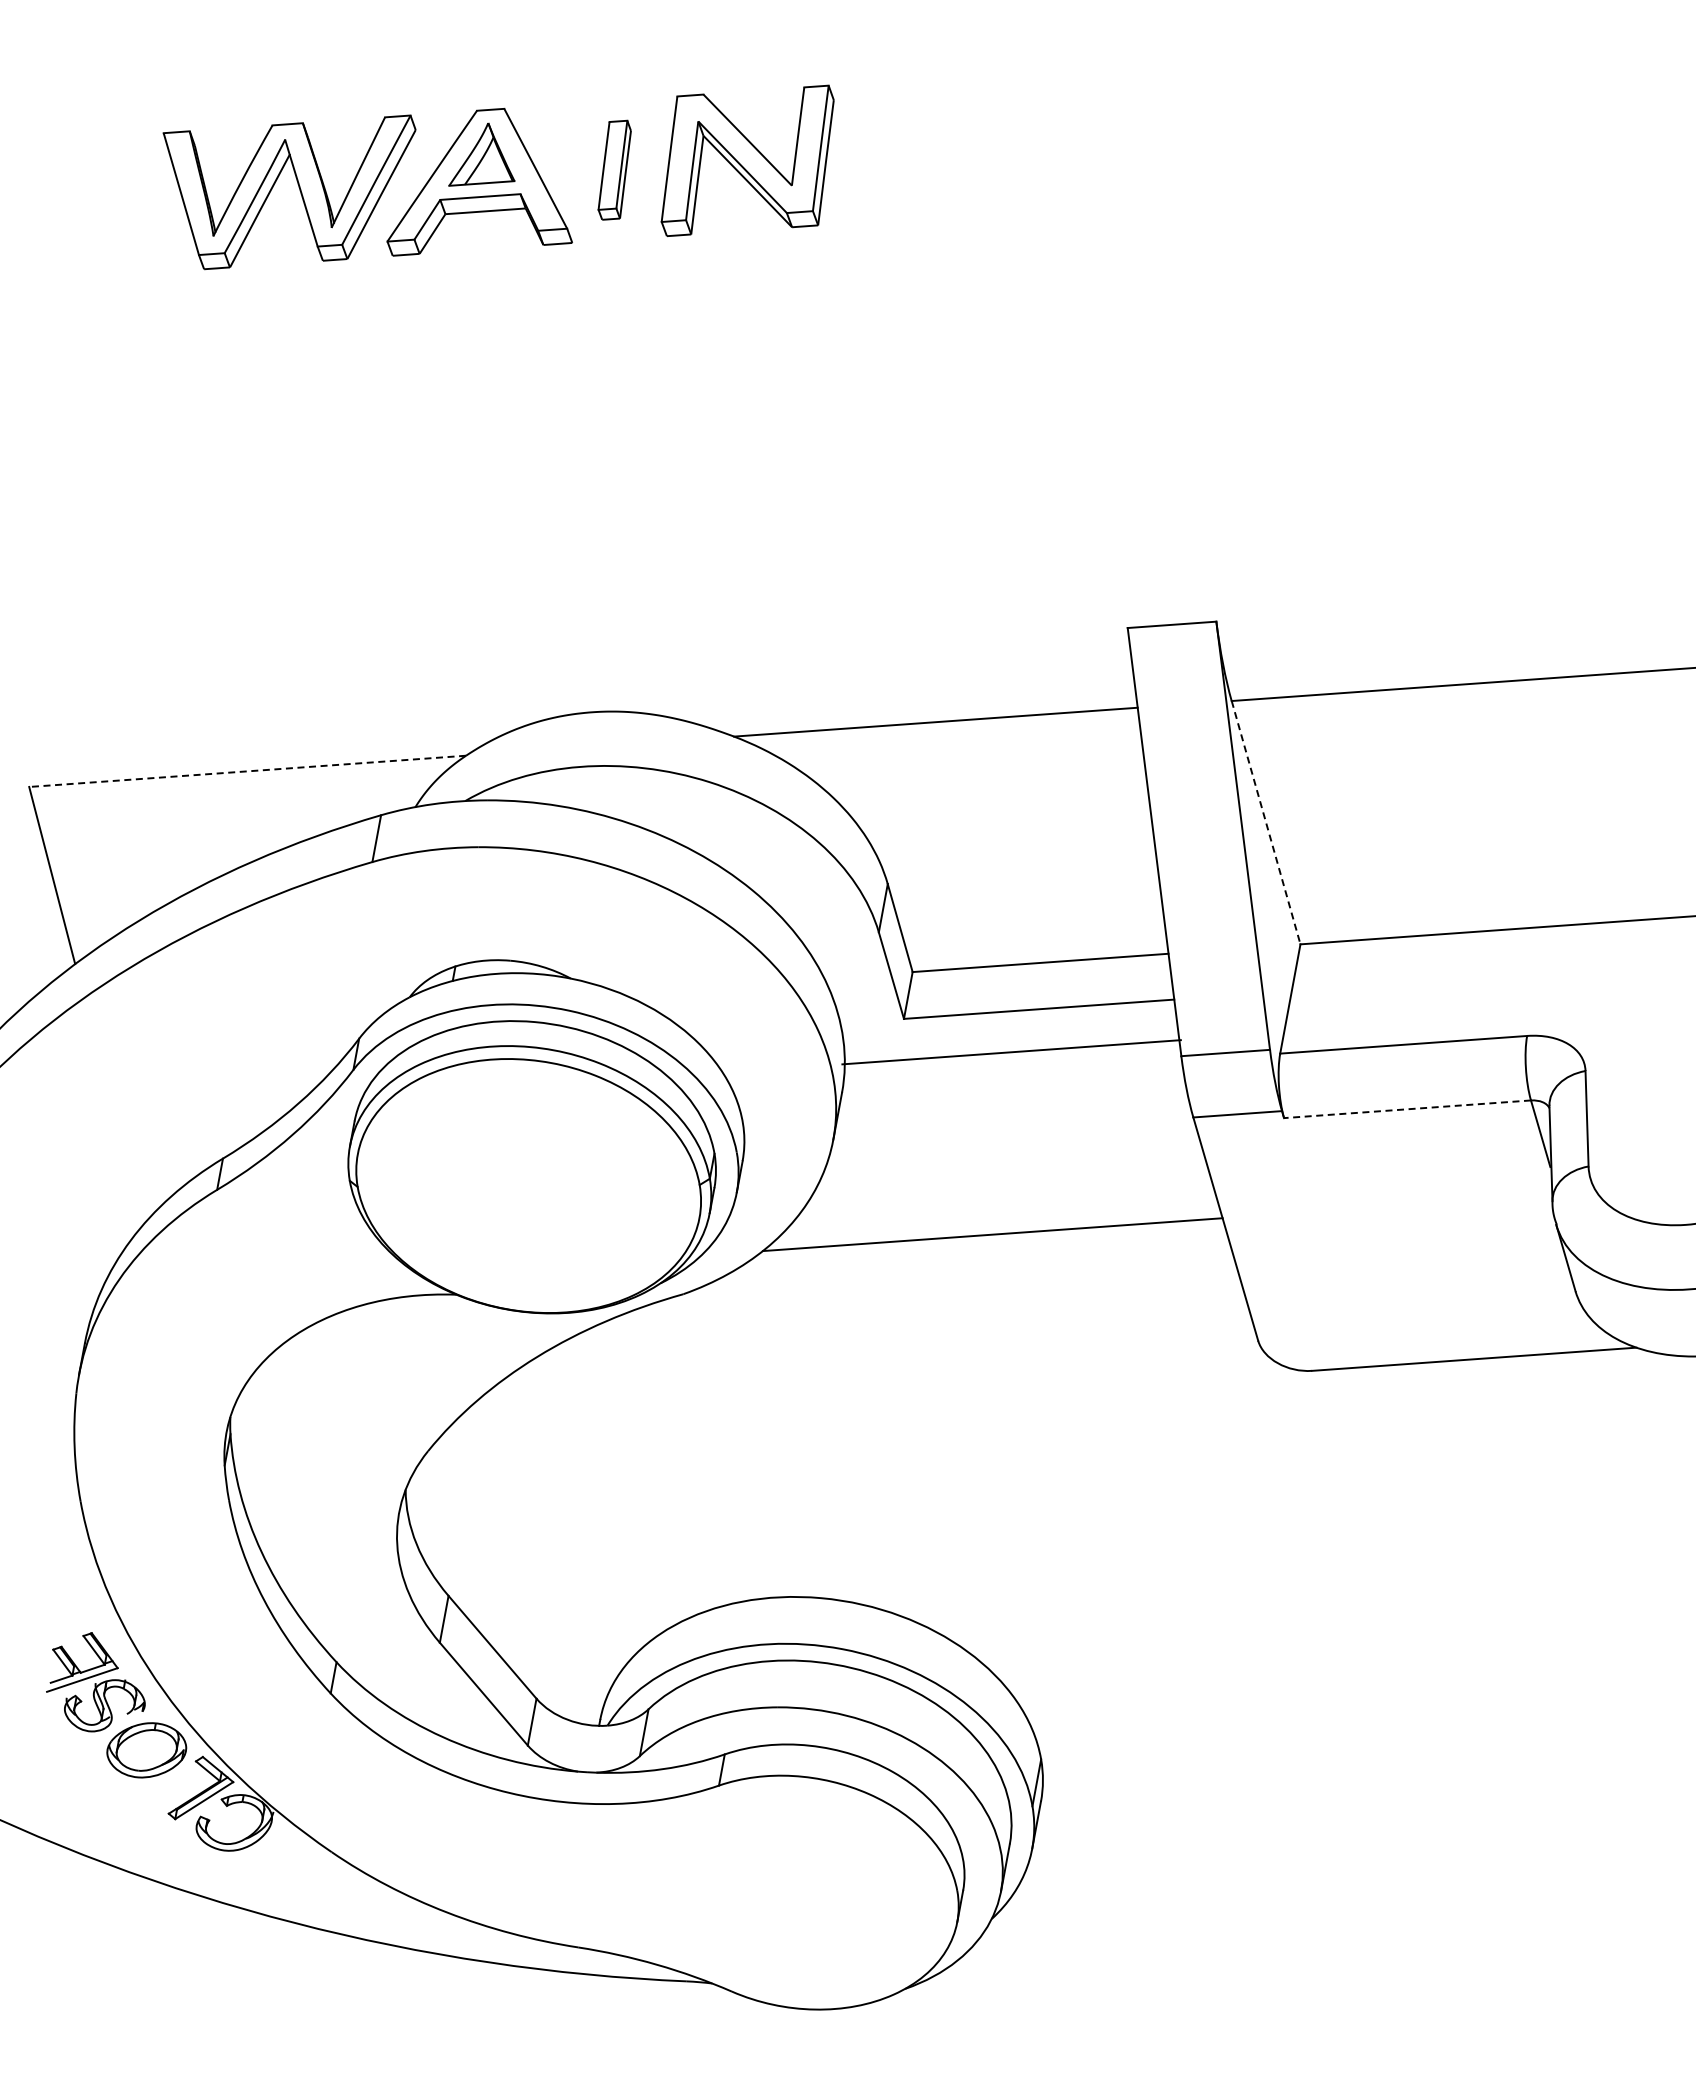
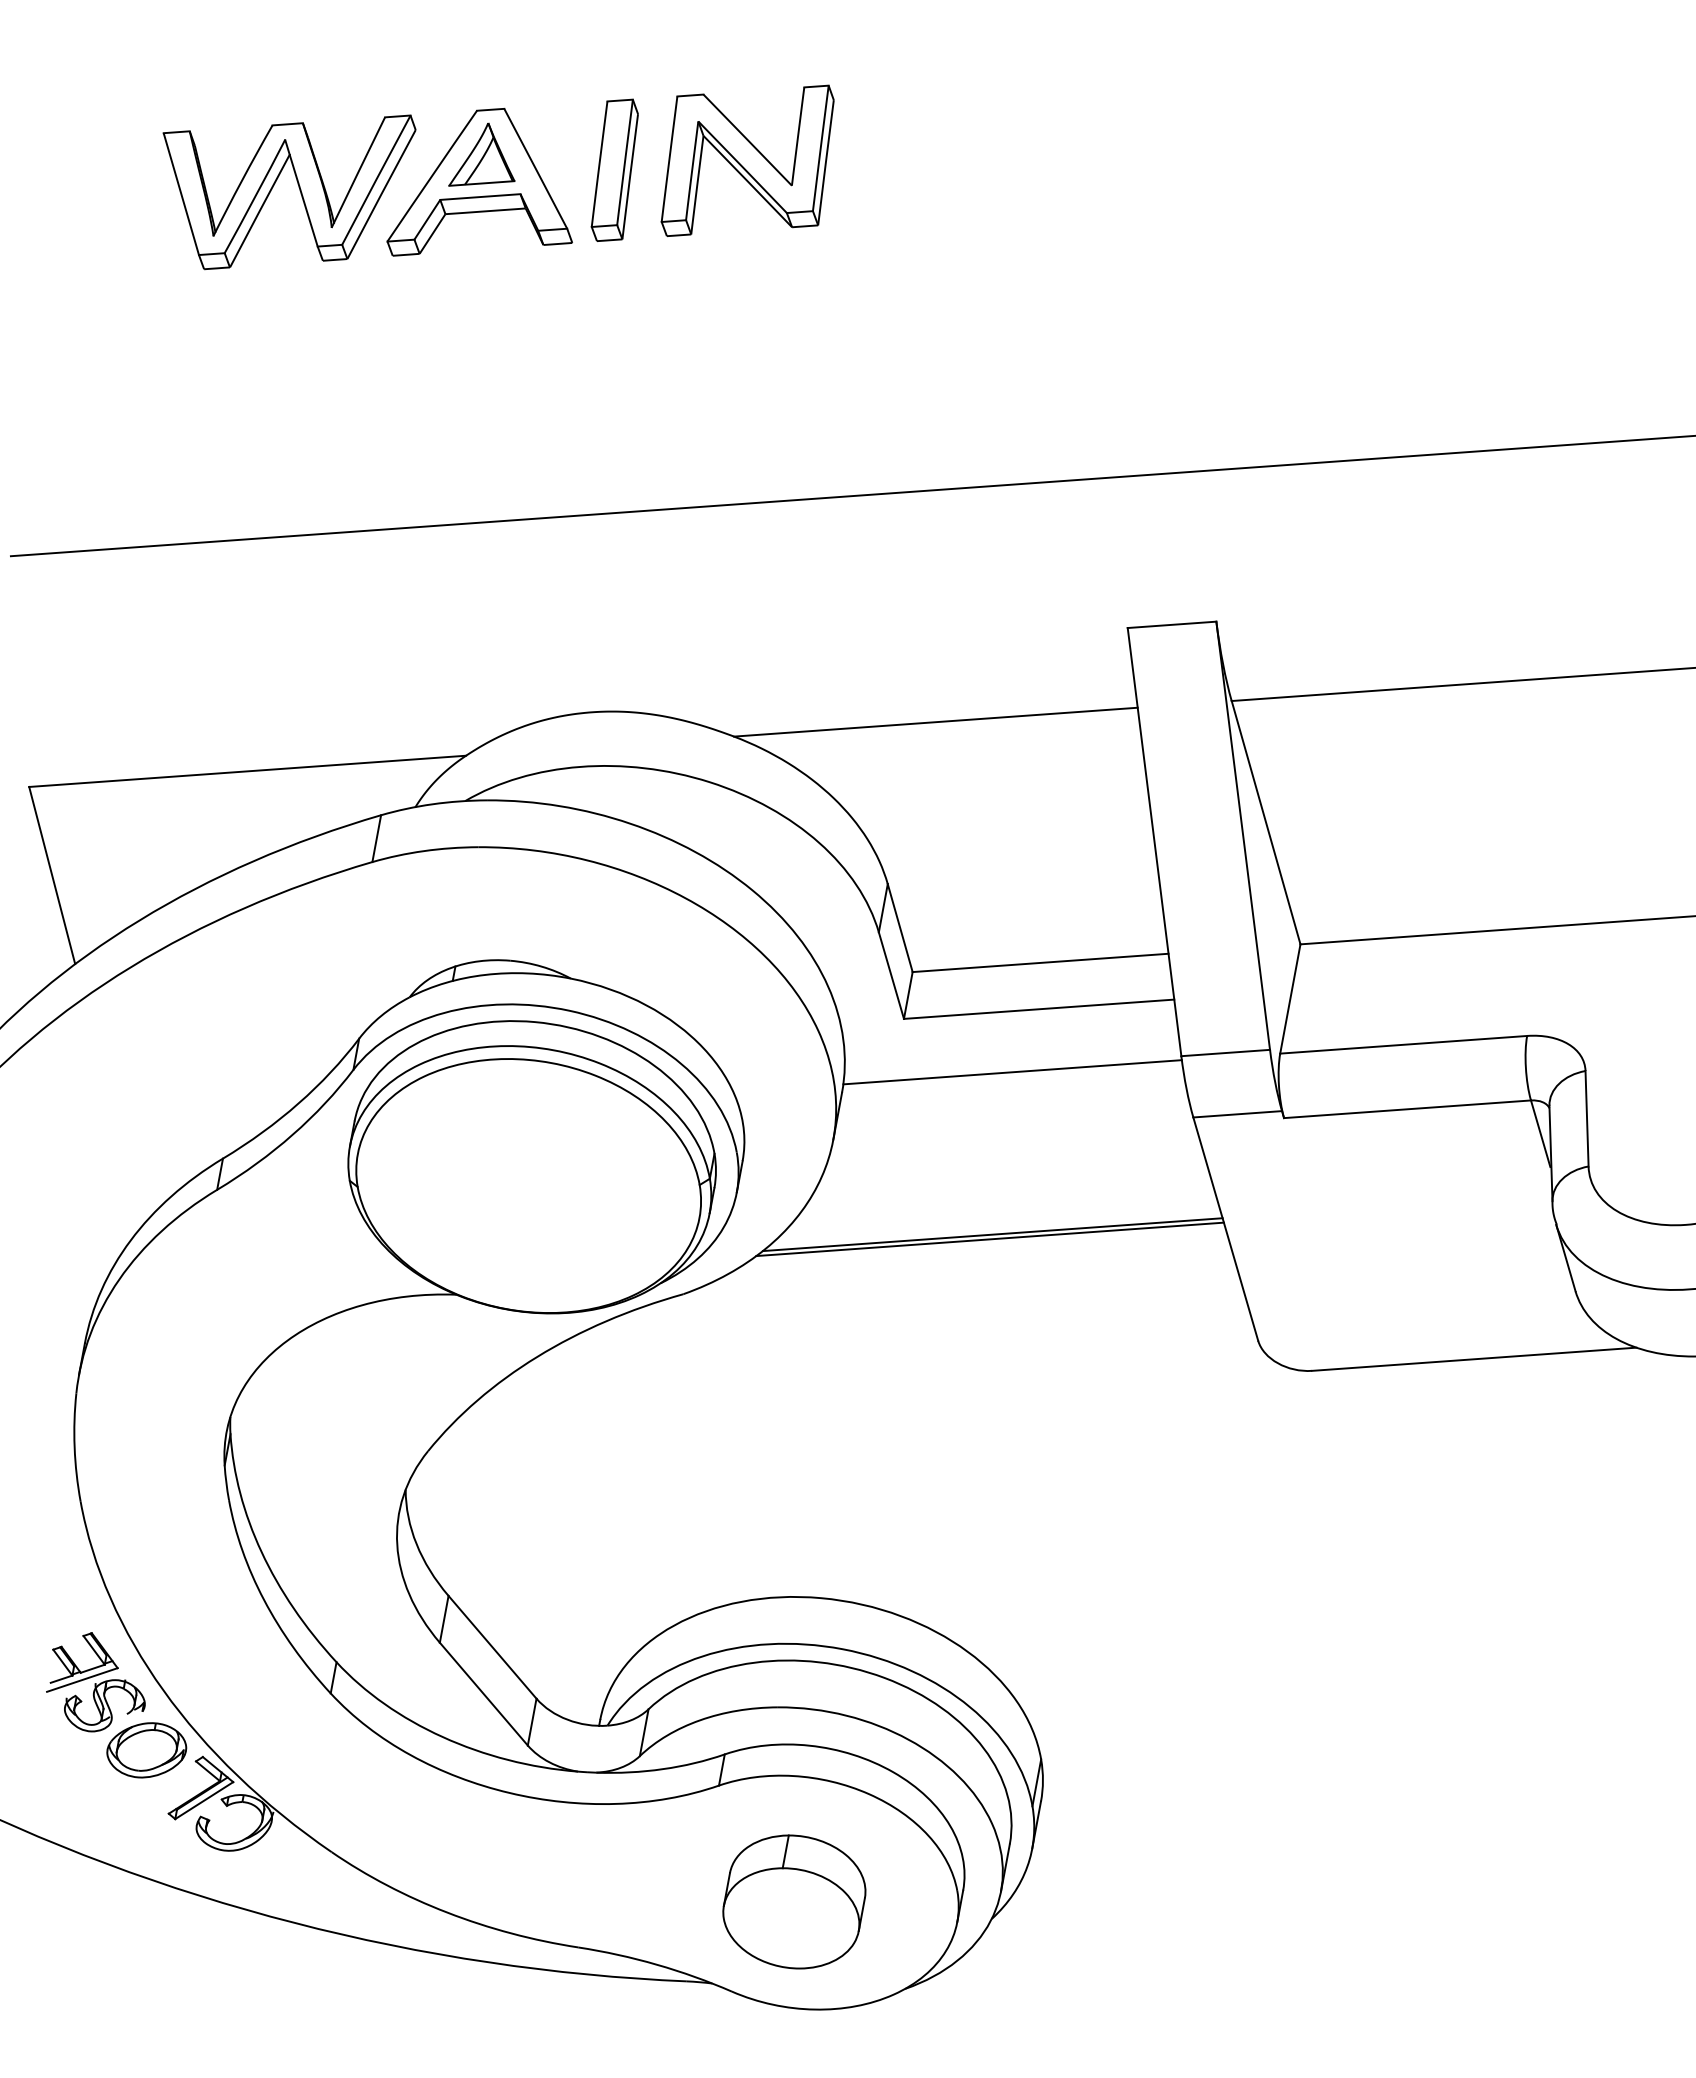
part at (614, 169) size: 35x102 px -> 49x144 px
line at (851, 496): none -> present
line at (247, 771): dashed -> solid
line at (1266, 823): dashed -> solid
line at (1011, 1052) position: (1011, 1052) -> (1012, 1072)
line at (1407, 1109): dashed -> solid
line at (989, 1239): none -> present
part at (794, 1901): none -> present
